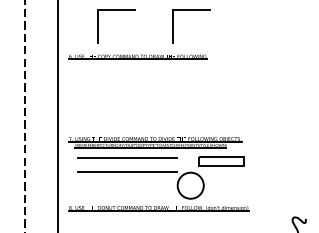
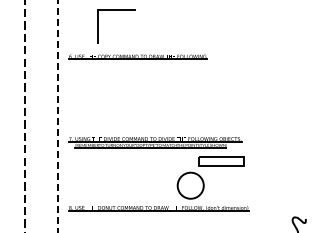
part at (191, 10): present -> none
line at (58, 115): solid -> dashed
line at (126, 158): present -> none
line at (126, 172): present -> none
